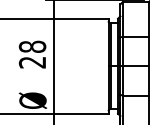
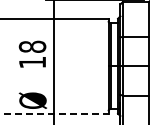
text at (31, 62): 28 -> 18
line at (54, 113): solid -> dashed
